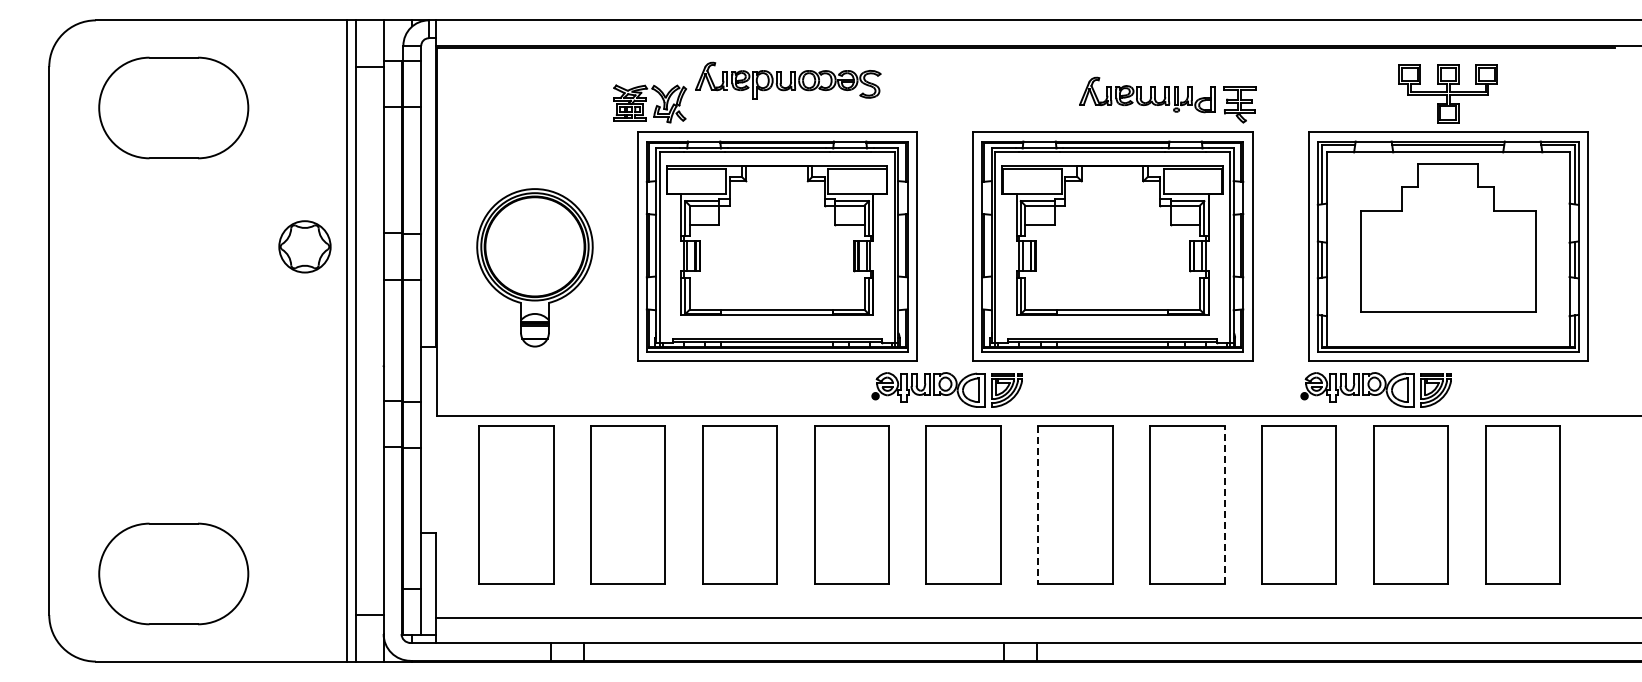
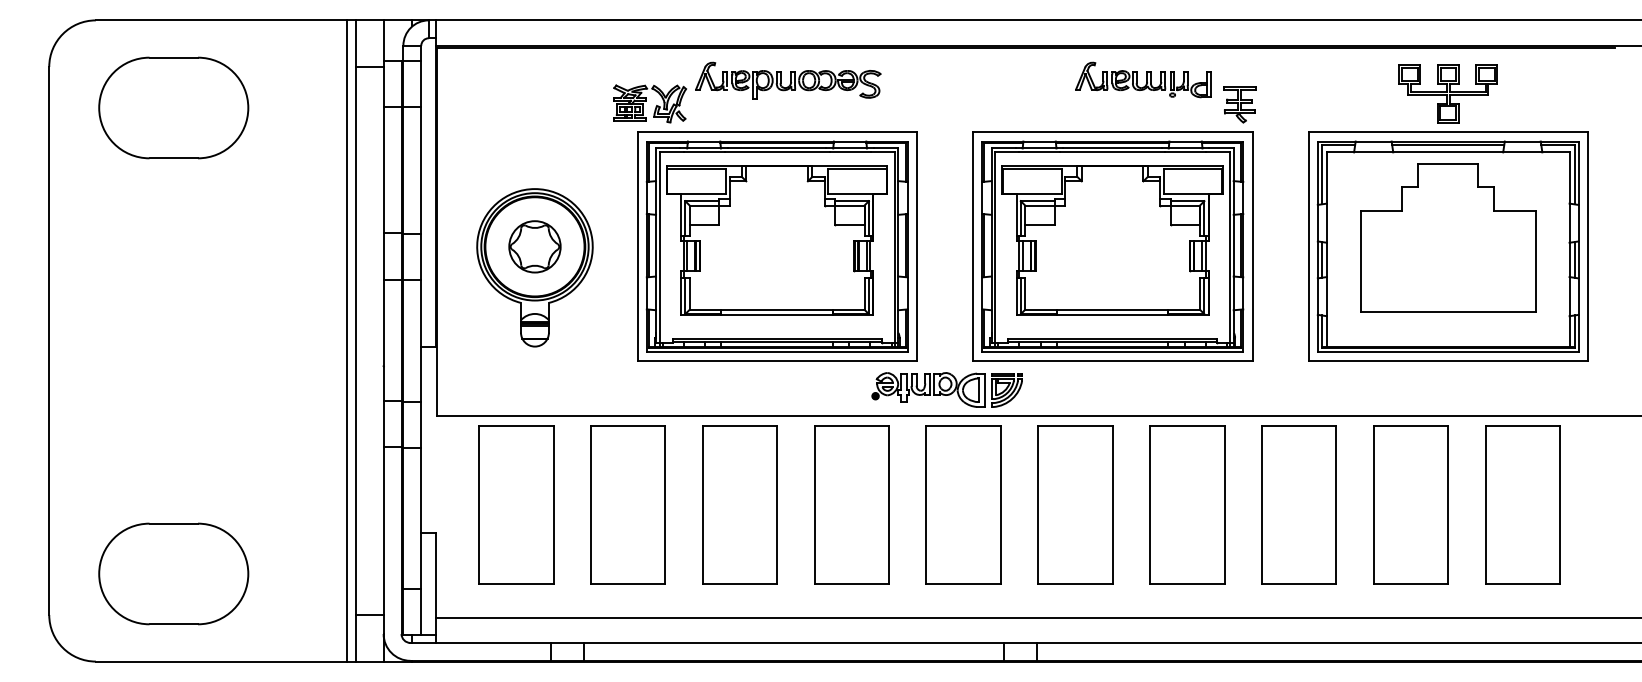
part at (1147, 94) position: (1147, 94) -> (1143, 79)
part at (304, 246) position: (304, 246) -> (534, 246)
part at (1375, 389): present -> none
line at (1224, 504): dashed -> solid
line at (1038, 505): dashed -> solid
